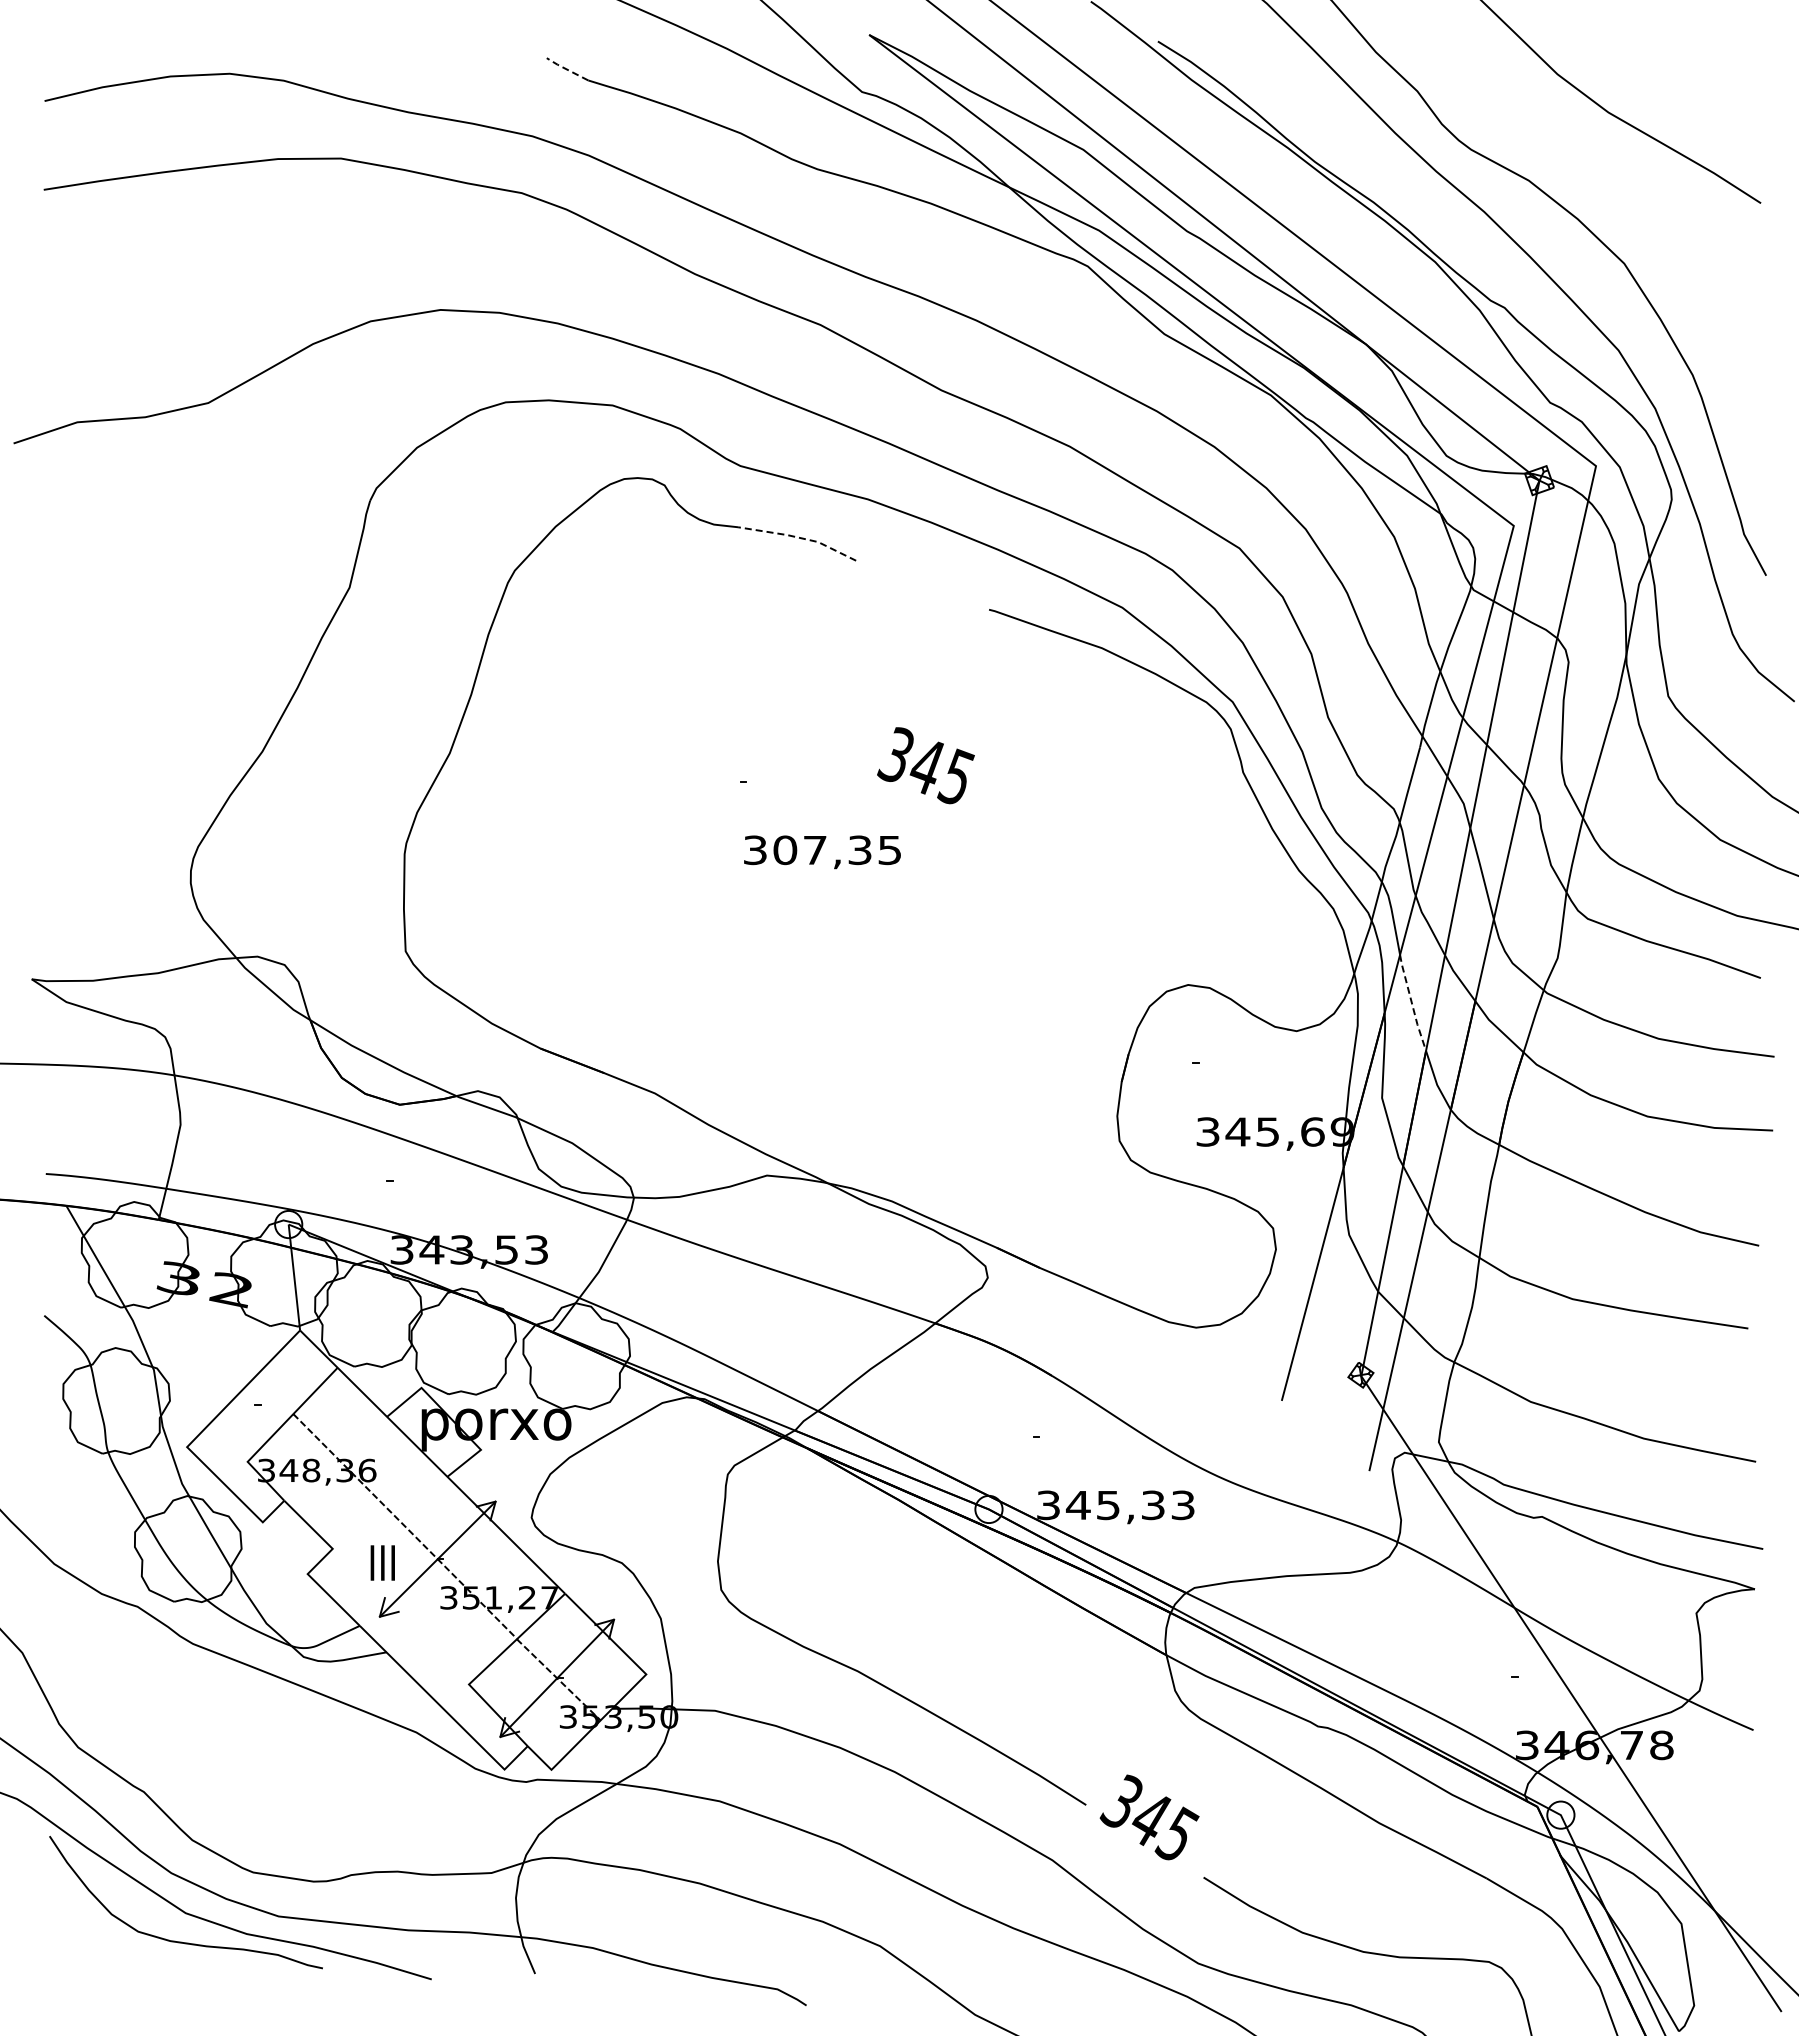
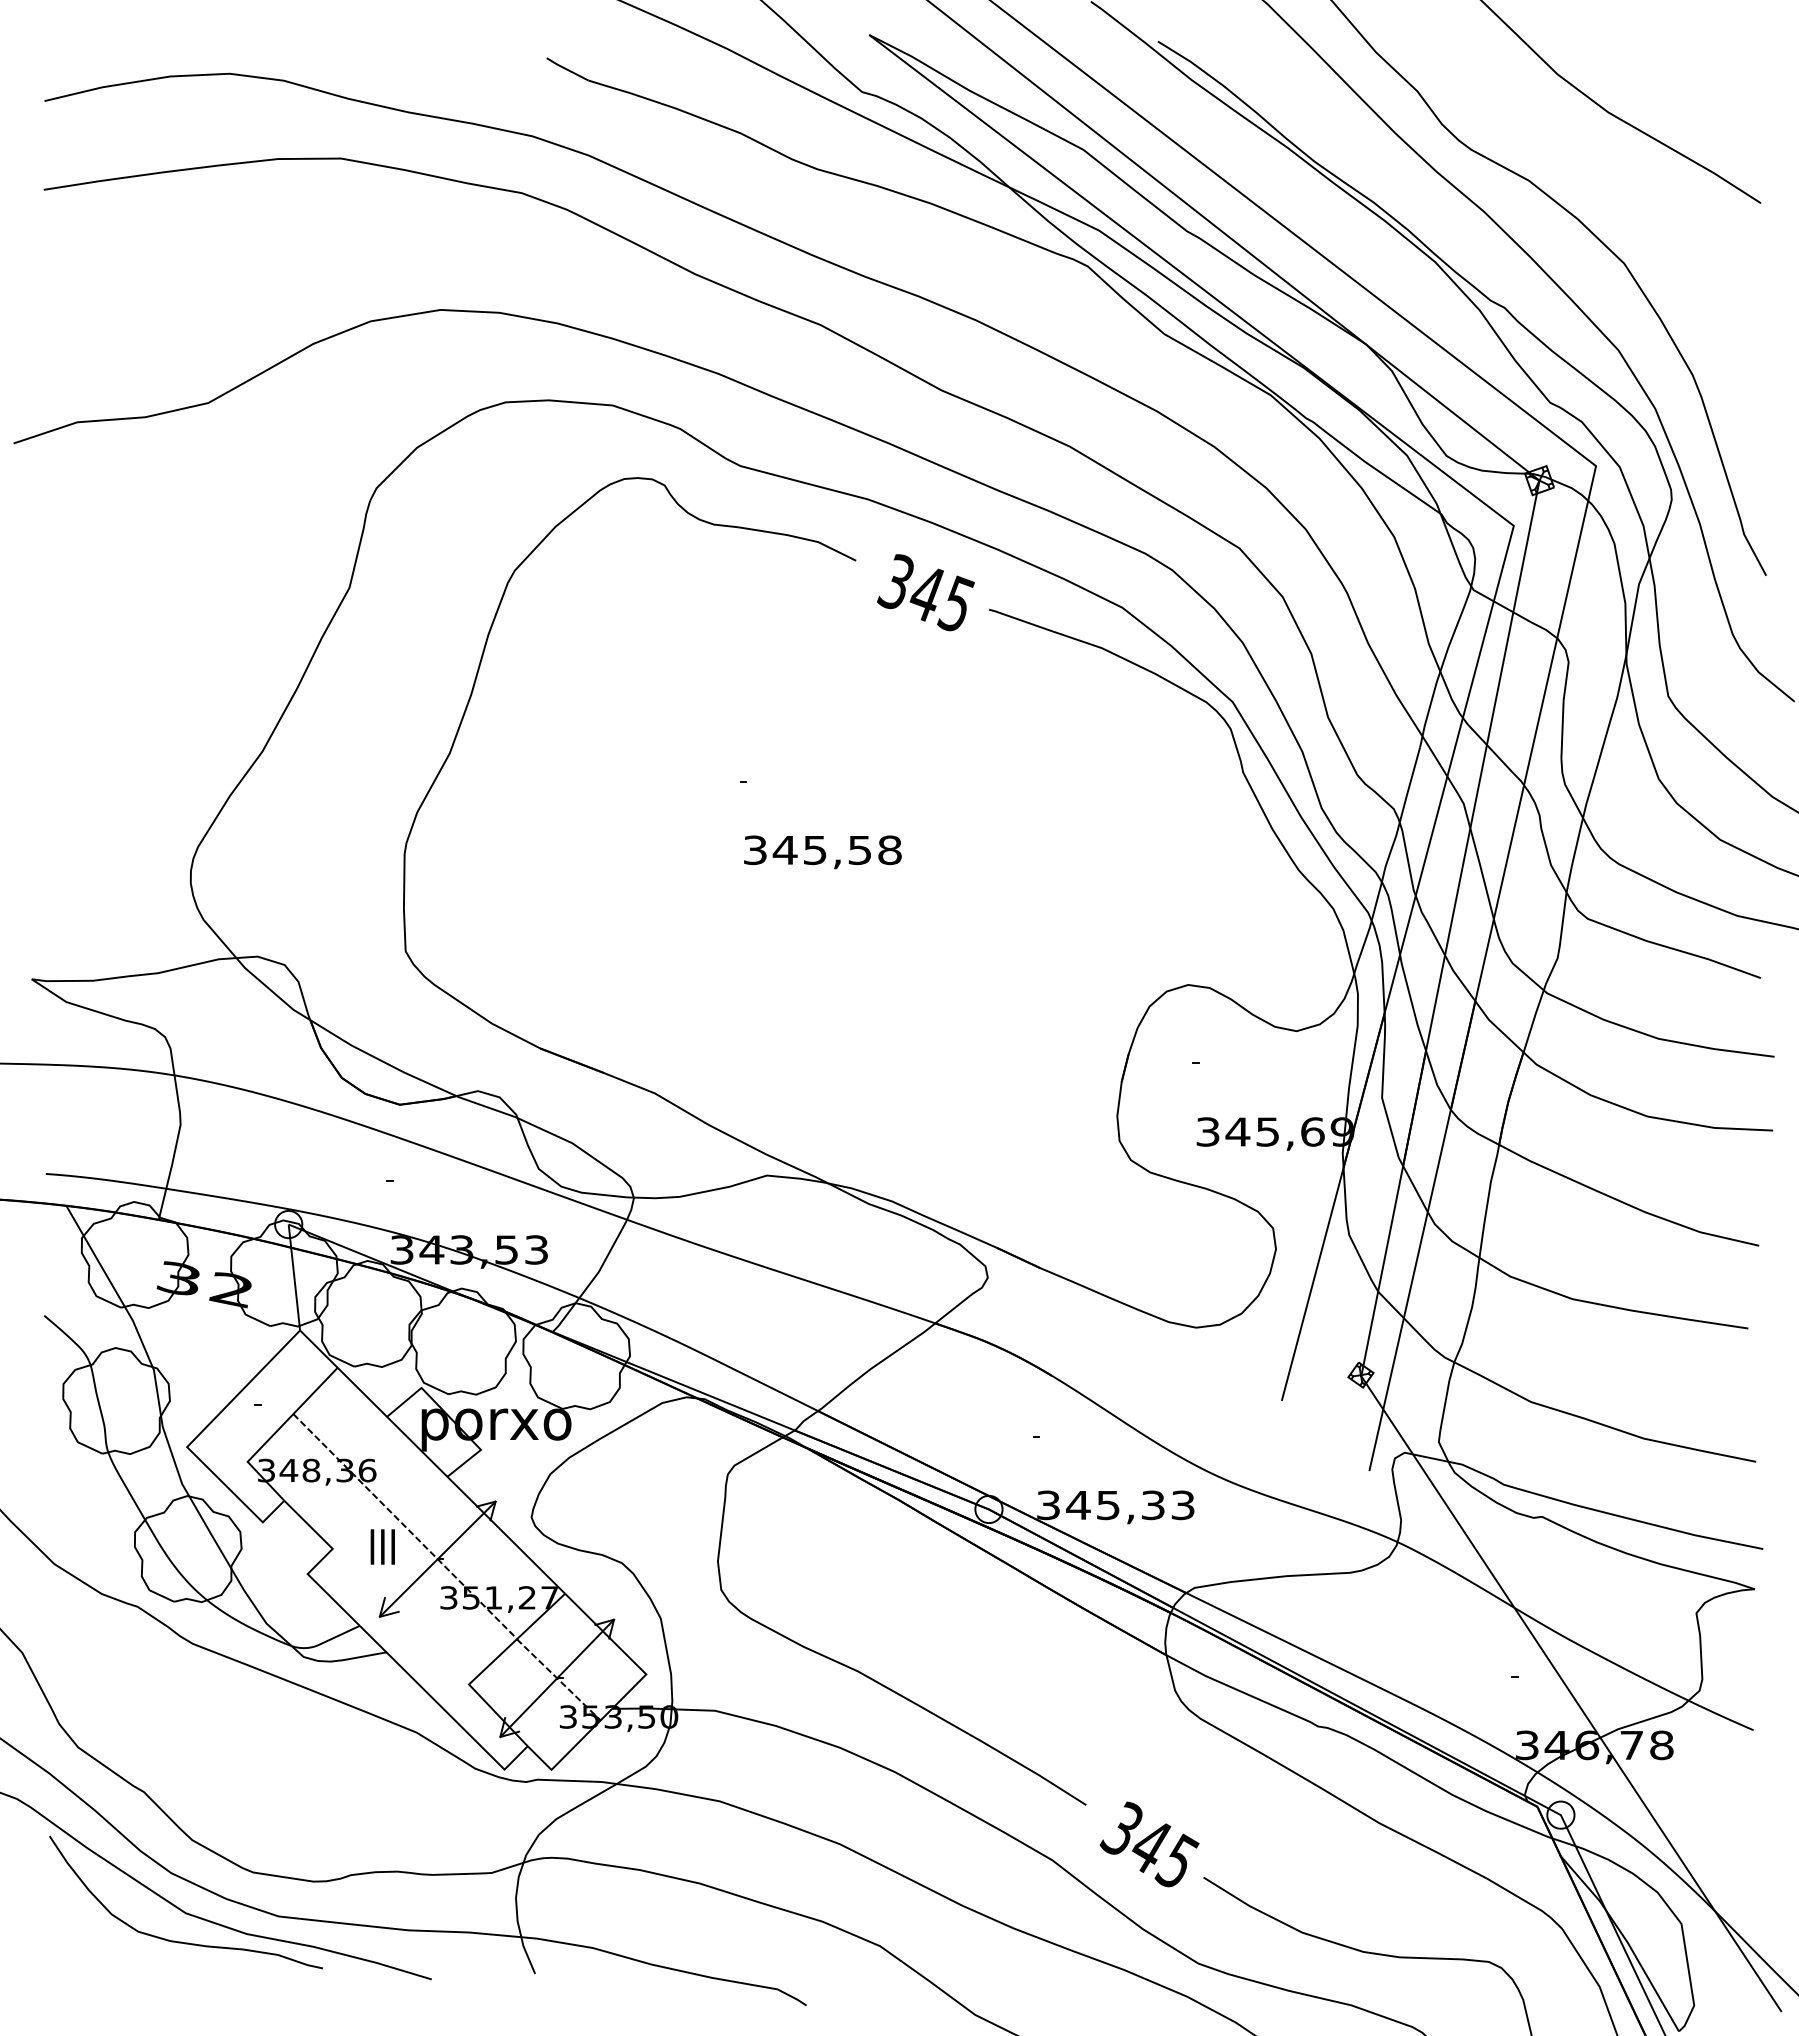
line at (566, 69): dashed -> solid
line at (798, 537): dashed -> solid
text at (925, 765) position: (925, 765) -> (925, 592)
text at (836, 850): 307,35 -> 345,58
line at (1412, 1003): dashed -> solid
text at (382, 1562) position: (382, 1562) -> (382, 1546)
text at (1149, 1817) position: (1149, 1817) -> (1149, 1844)
